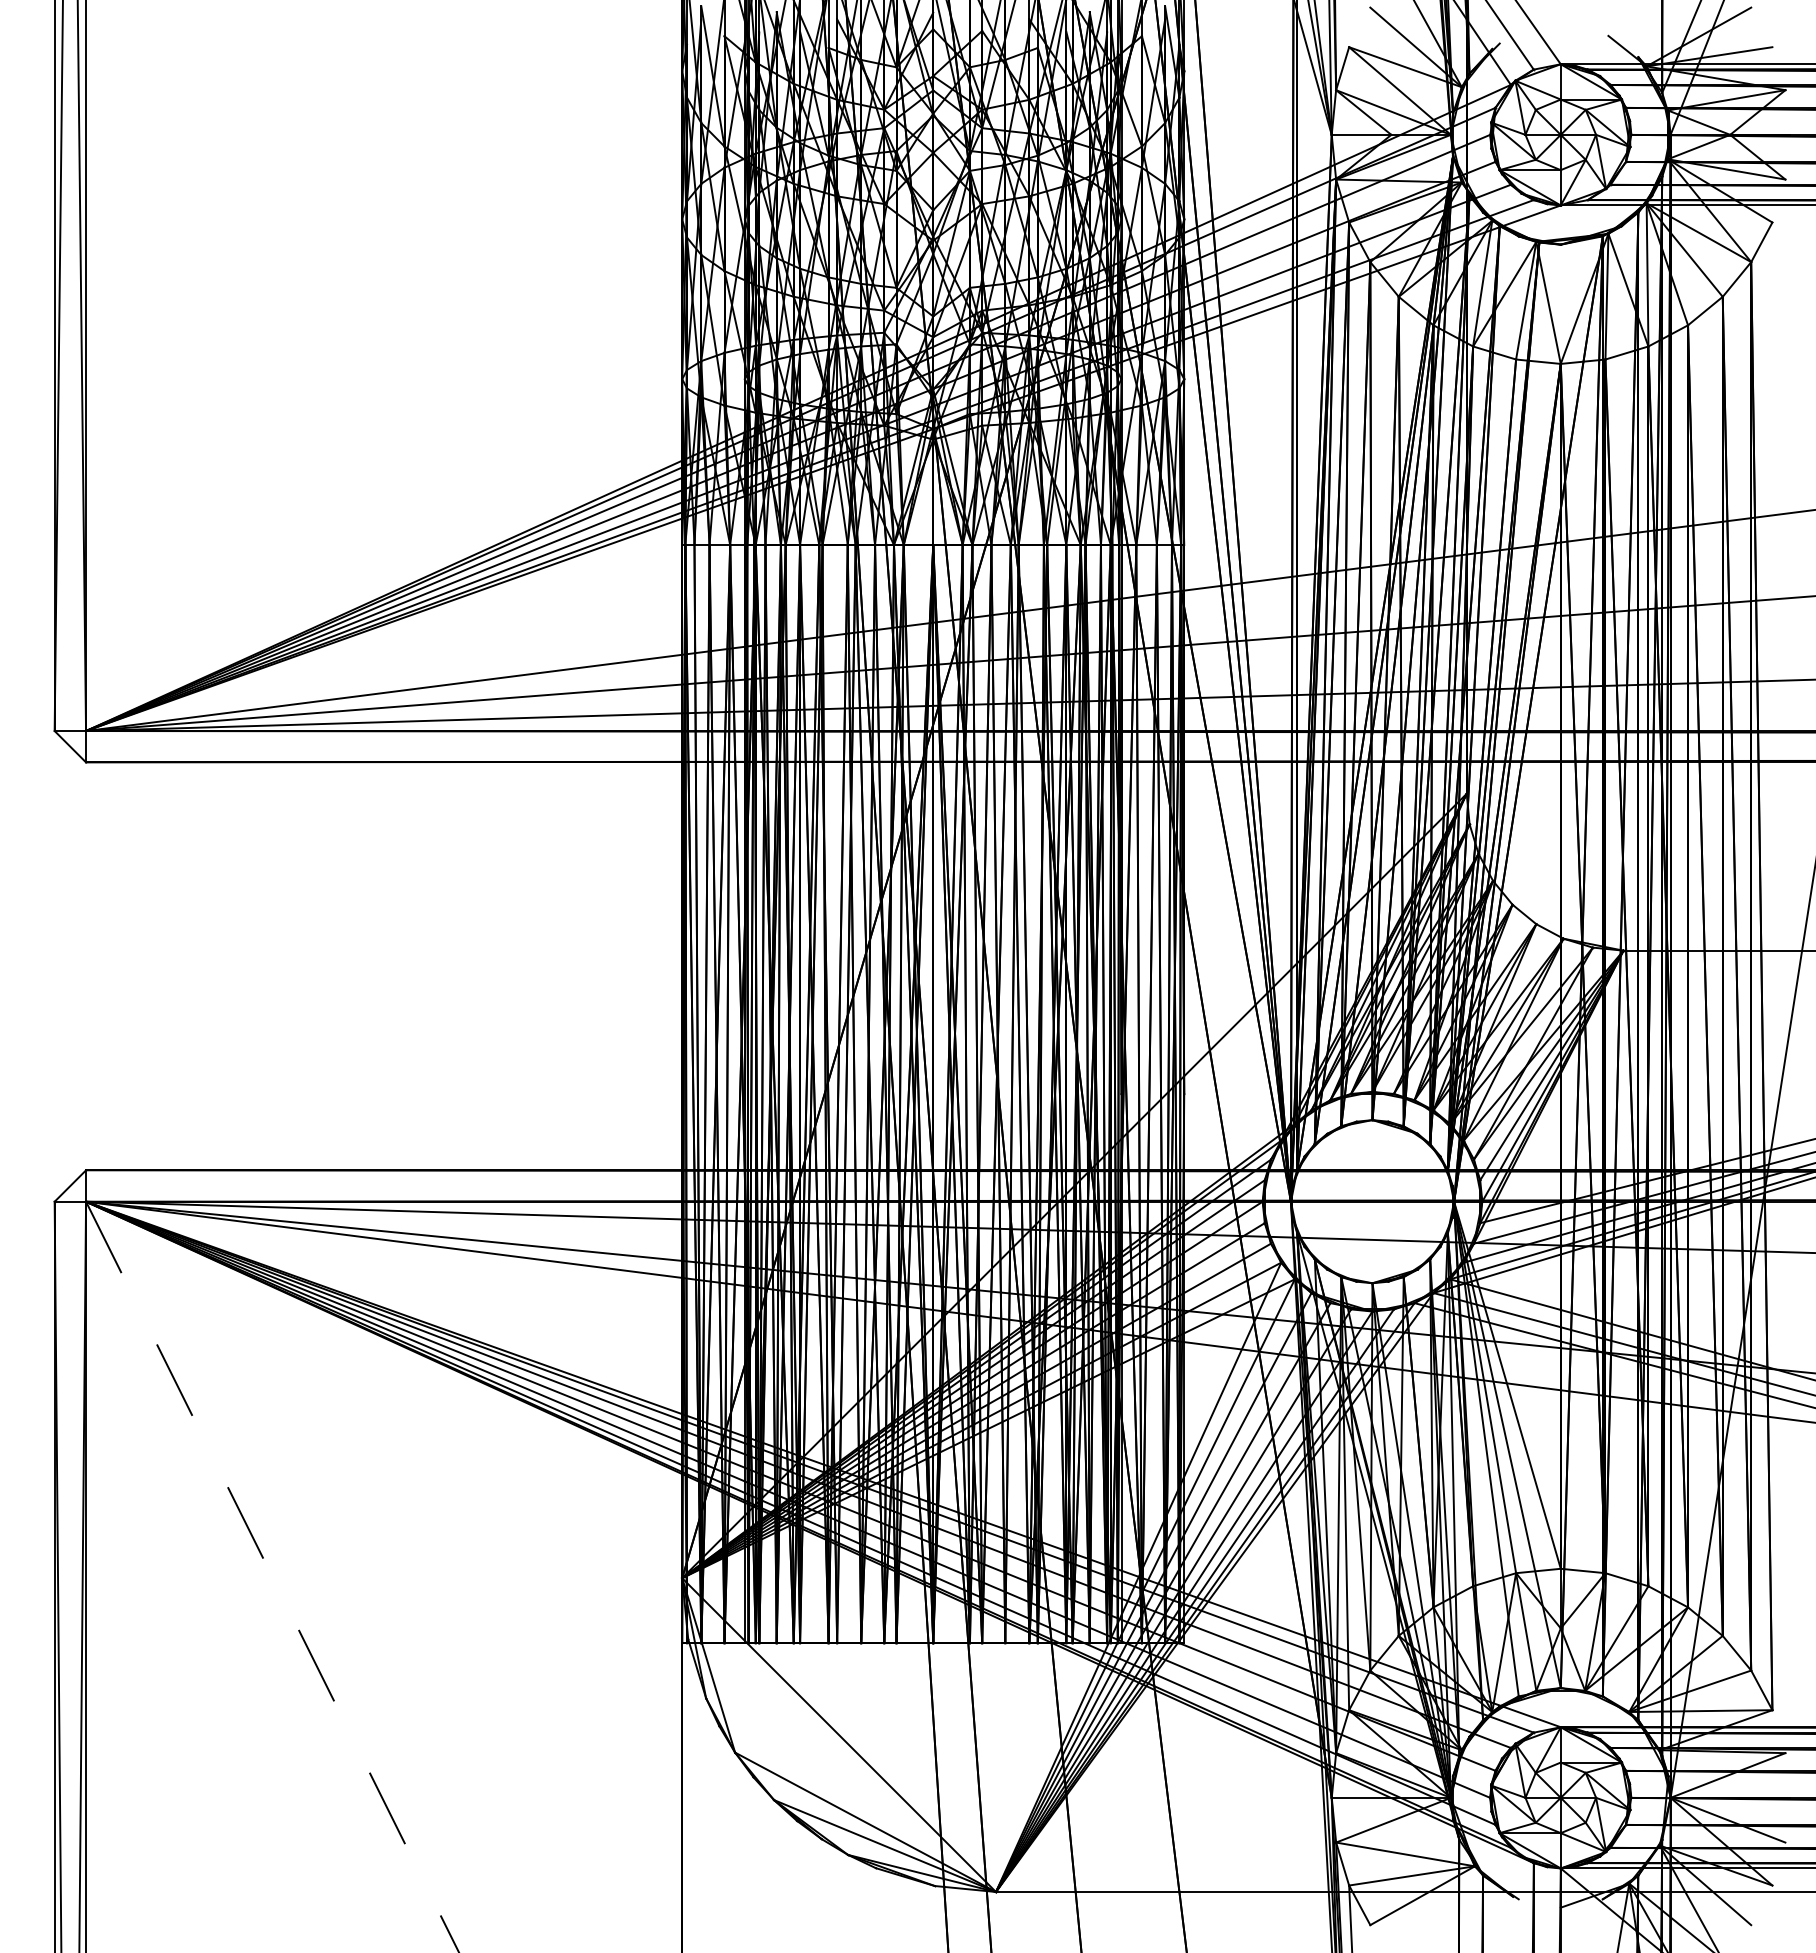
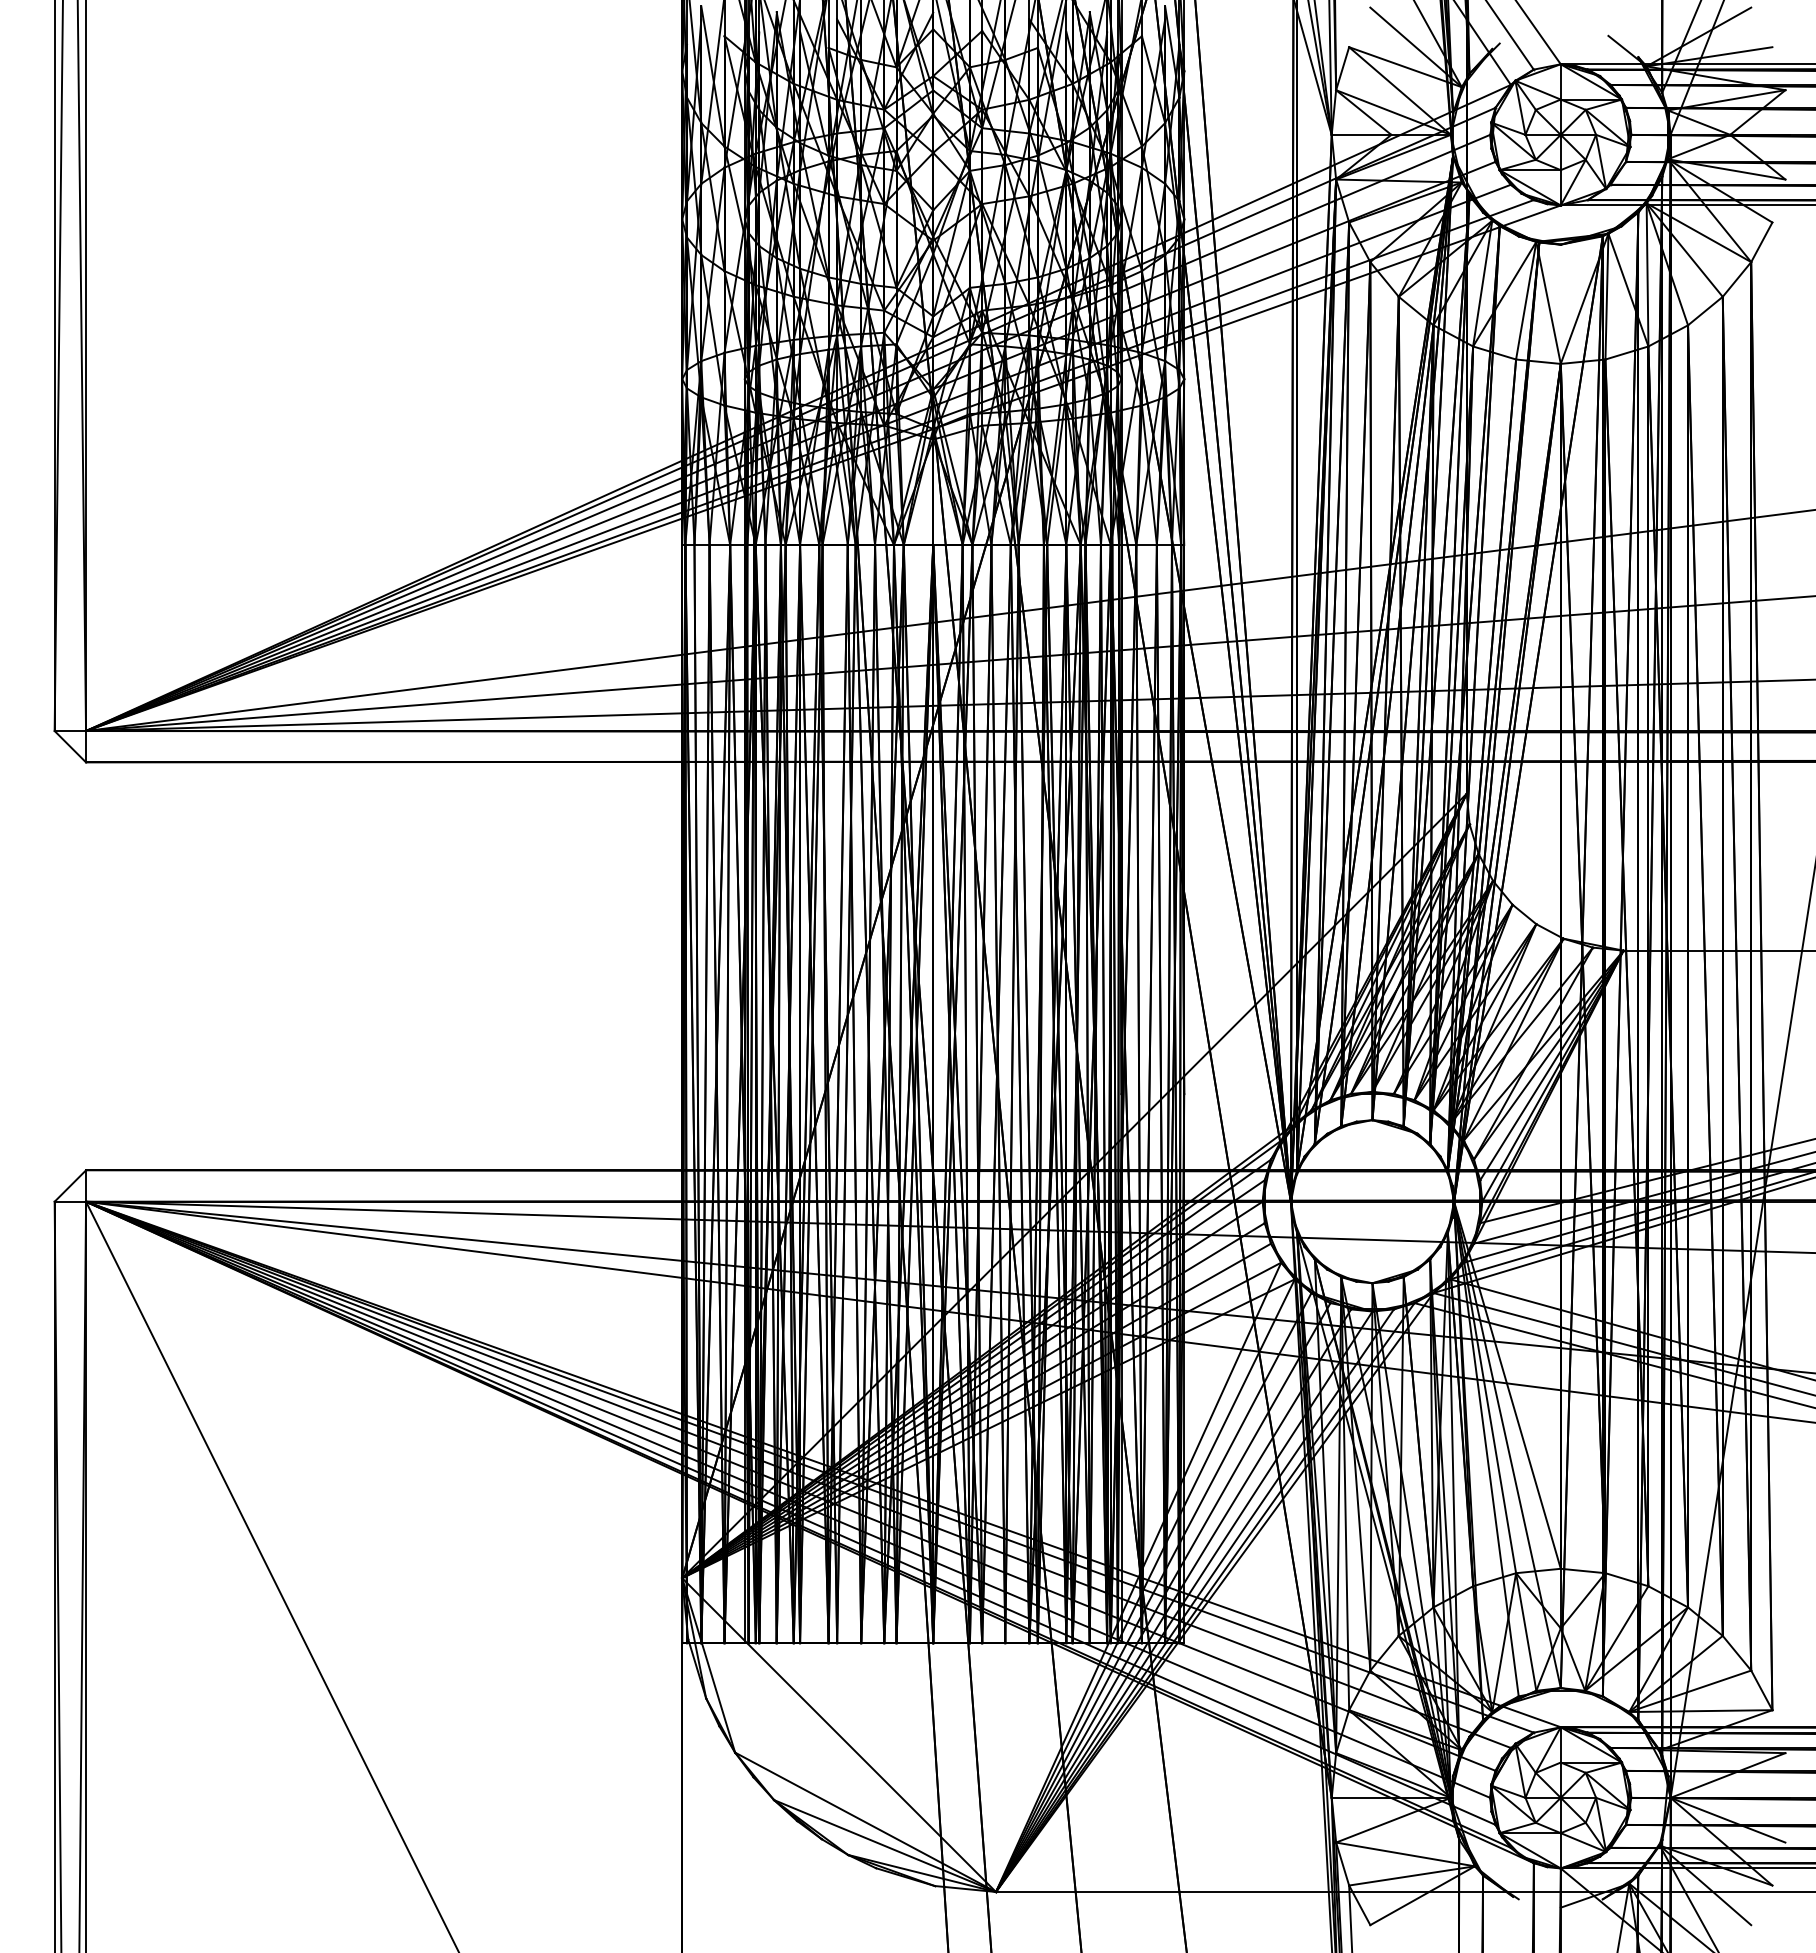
line at (272, 1576): dashed -> solid
